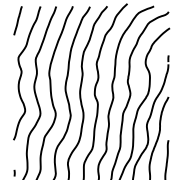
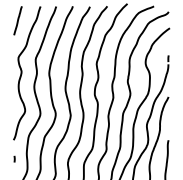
curve at (14, 172) position: (14, 172) -> (14, 158)
